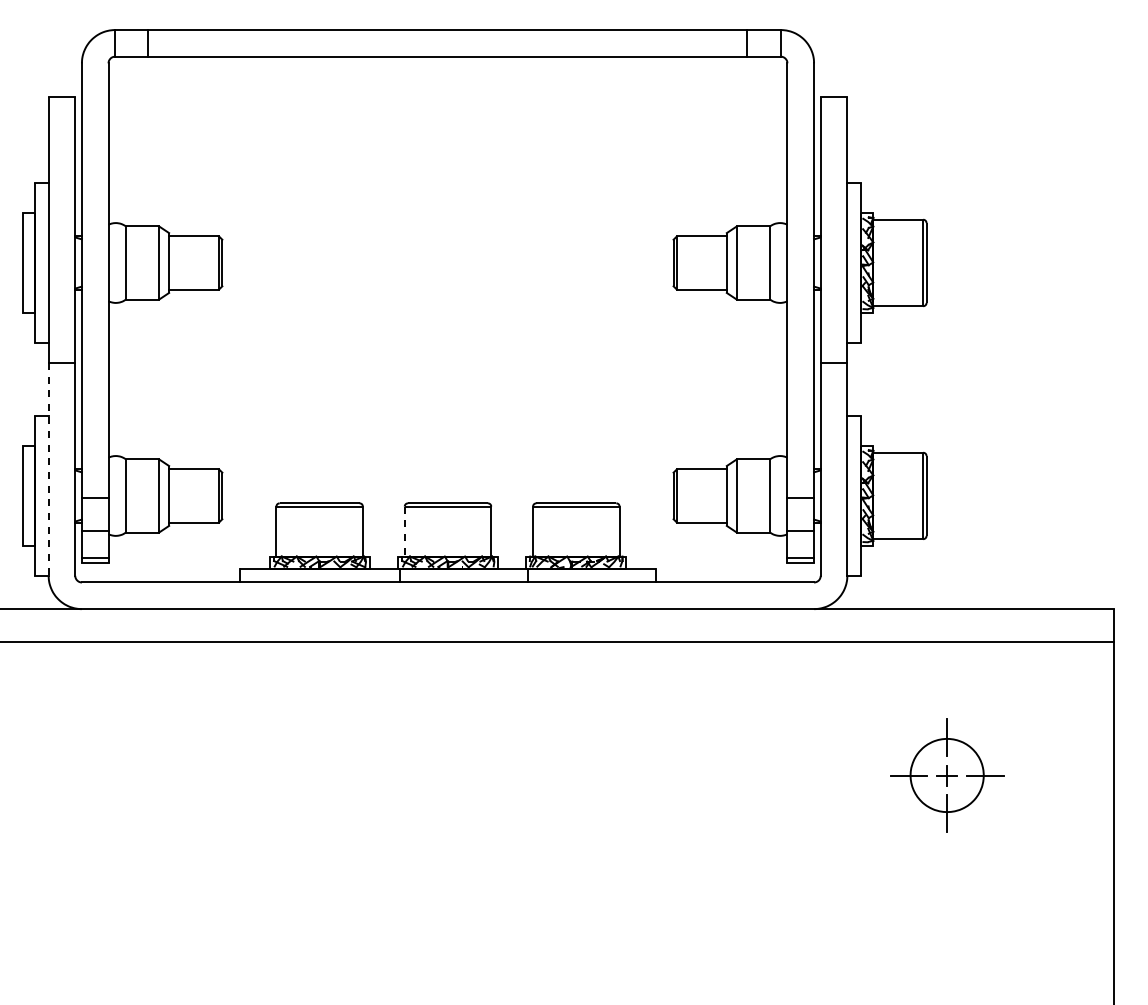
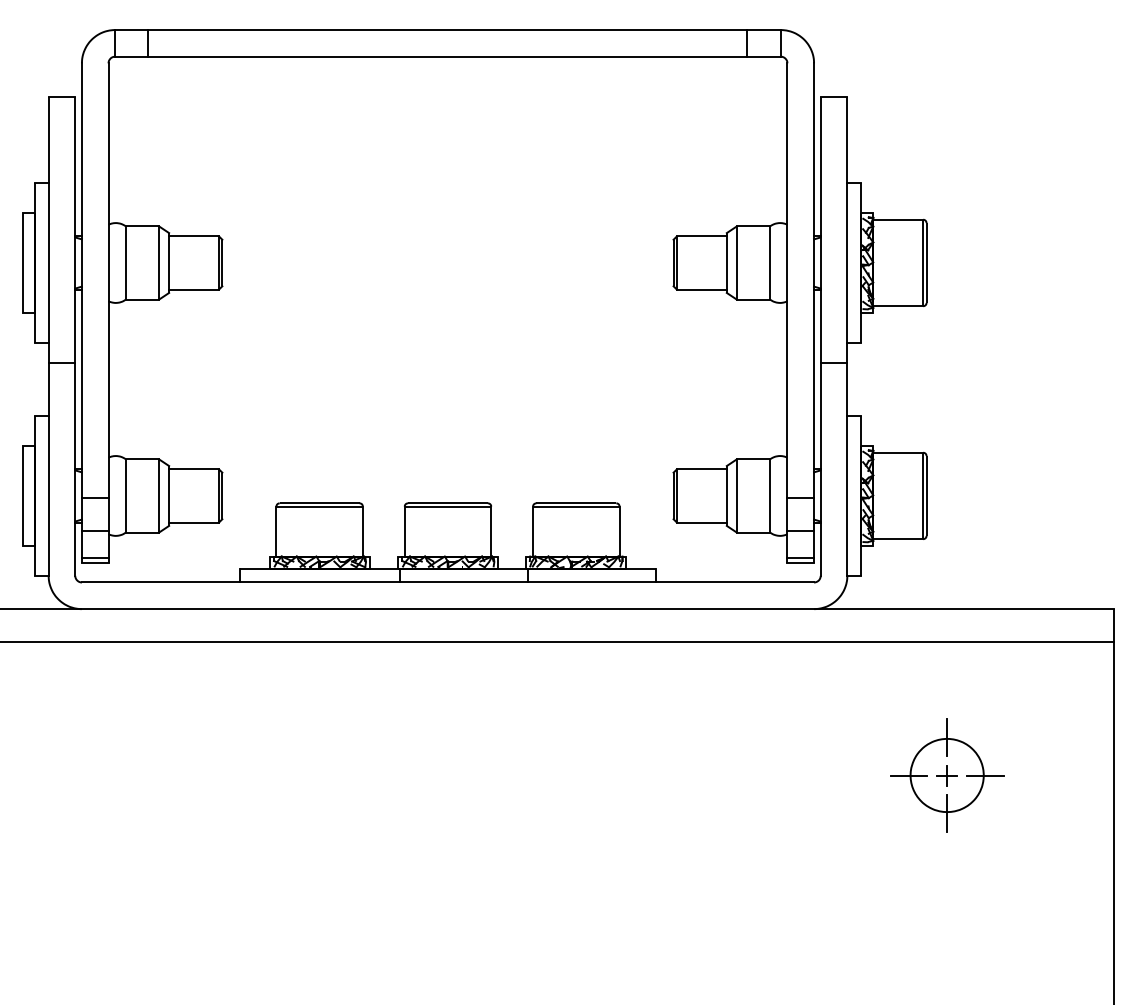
line at (48, 469): dashed -> solid
line at (404, 531): dashed -> solid
